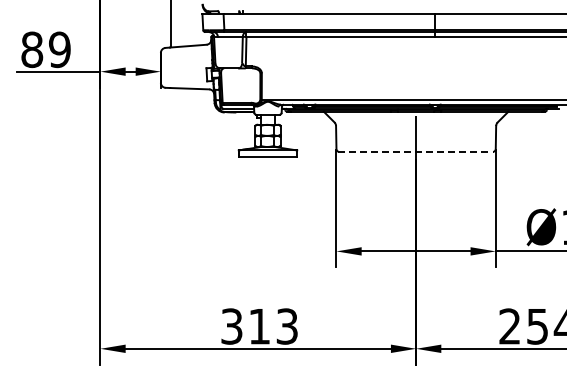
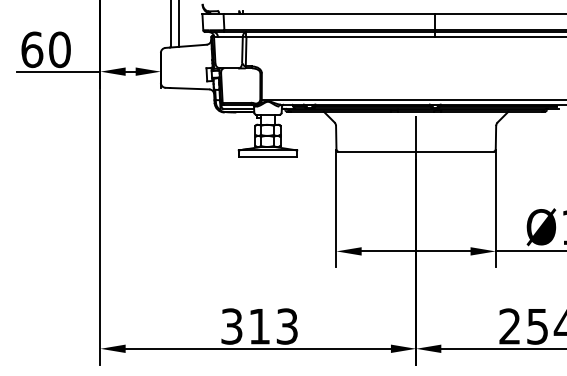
line at (179, 24): none -> present
text at (45, 49): 89 -> 60
line at (416, 151): dashed -> solid
